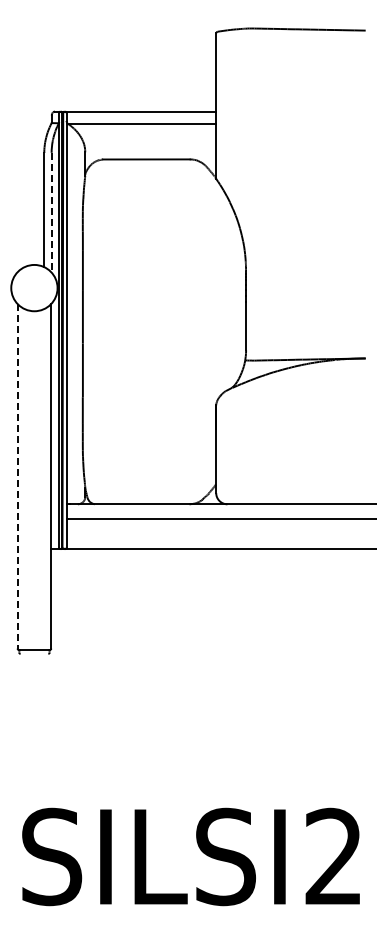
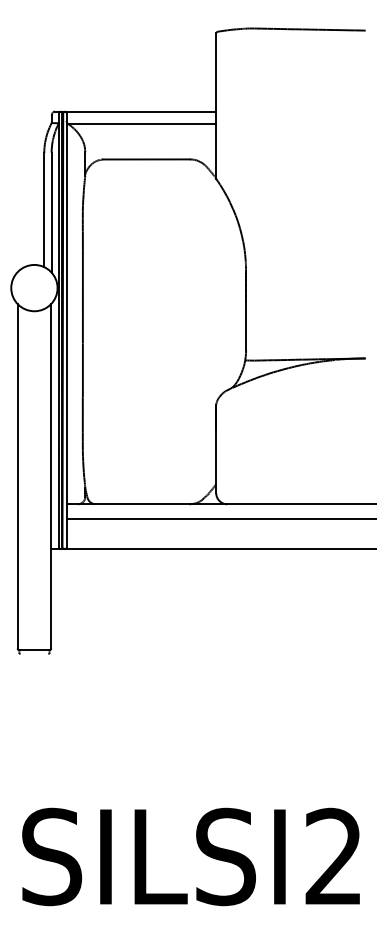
line at (51, 212): dashed -> solid
line at (17, 476): dashed -> solid
